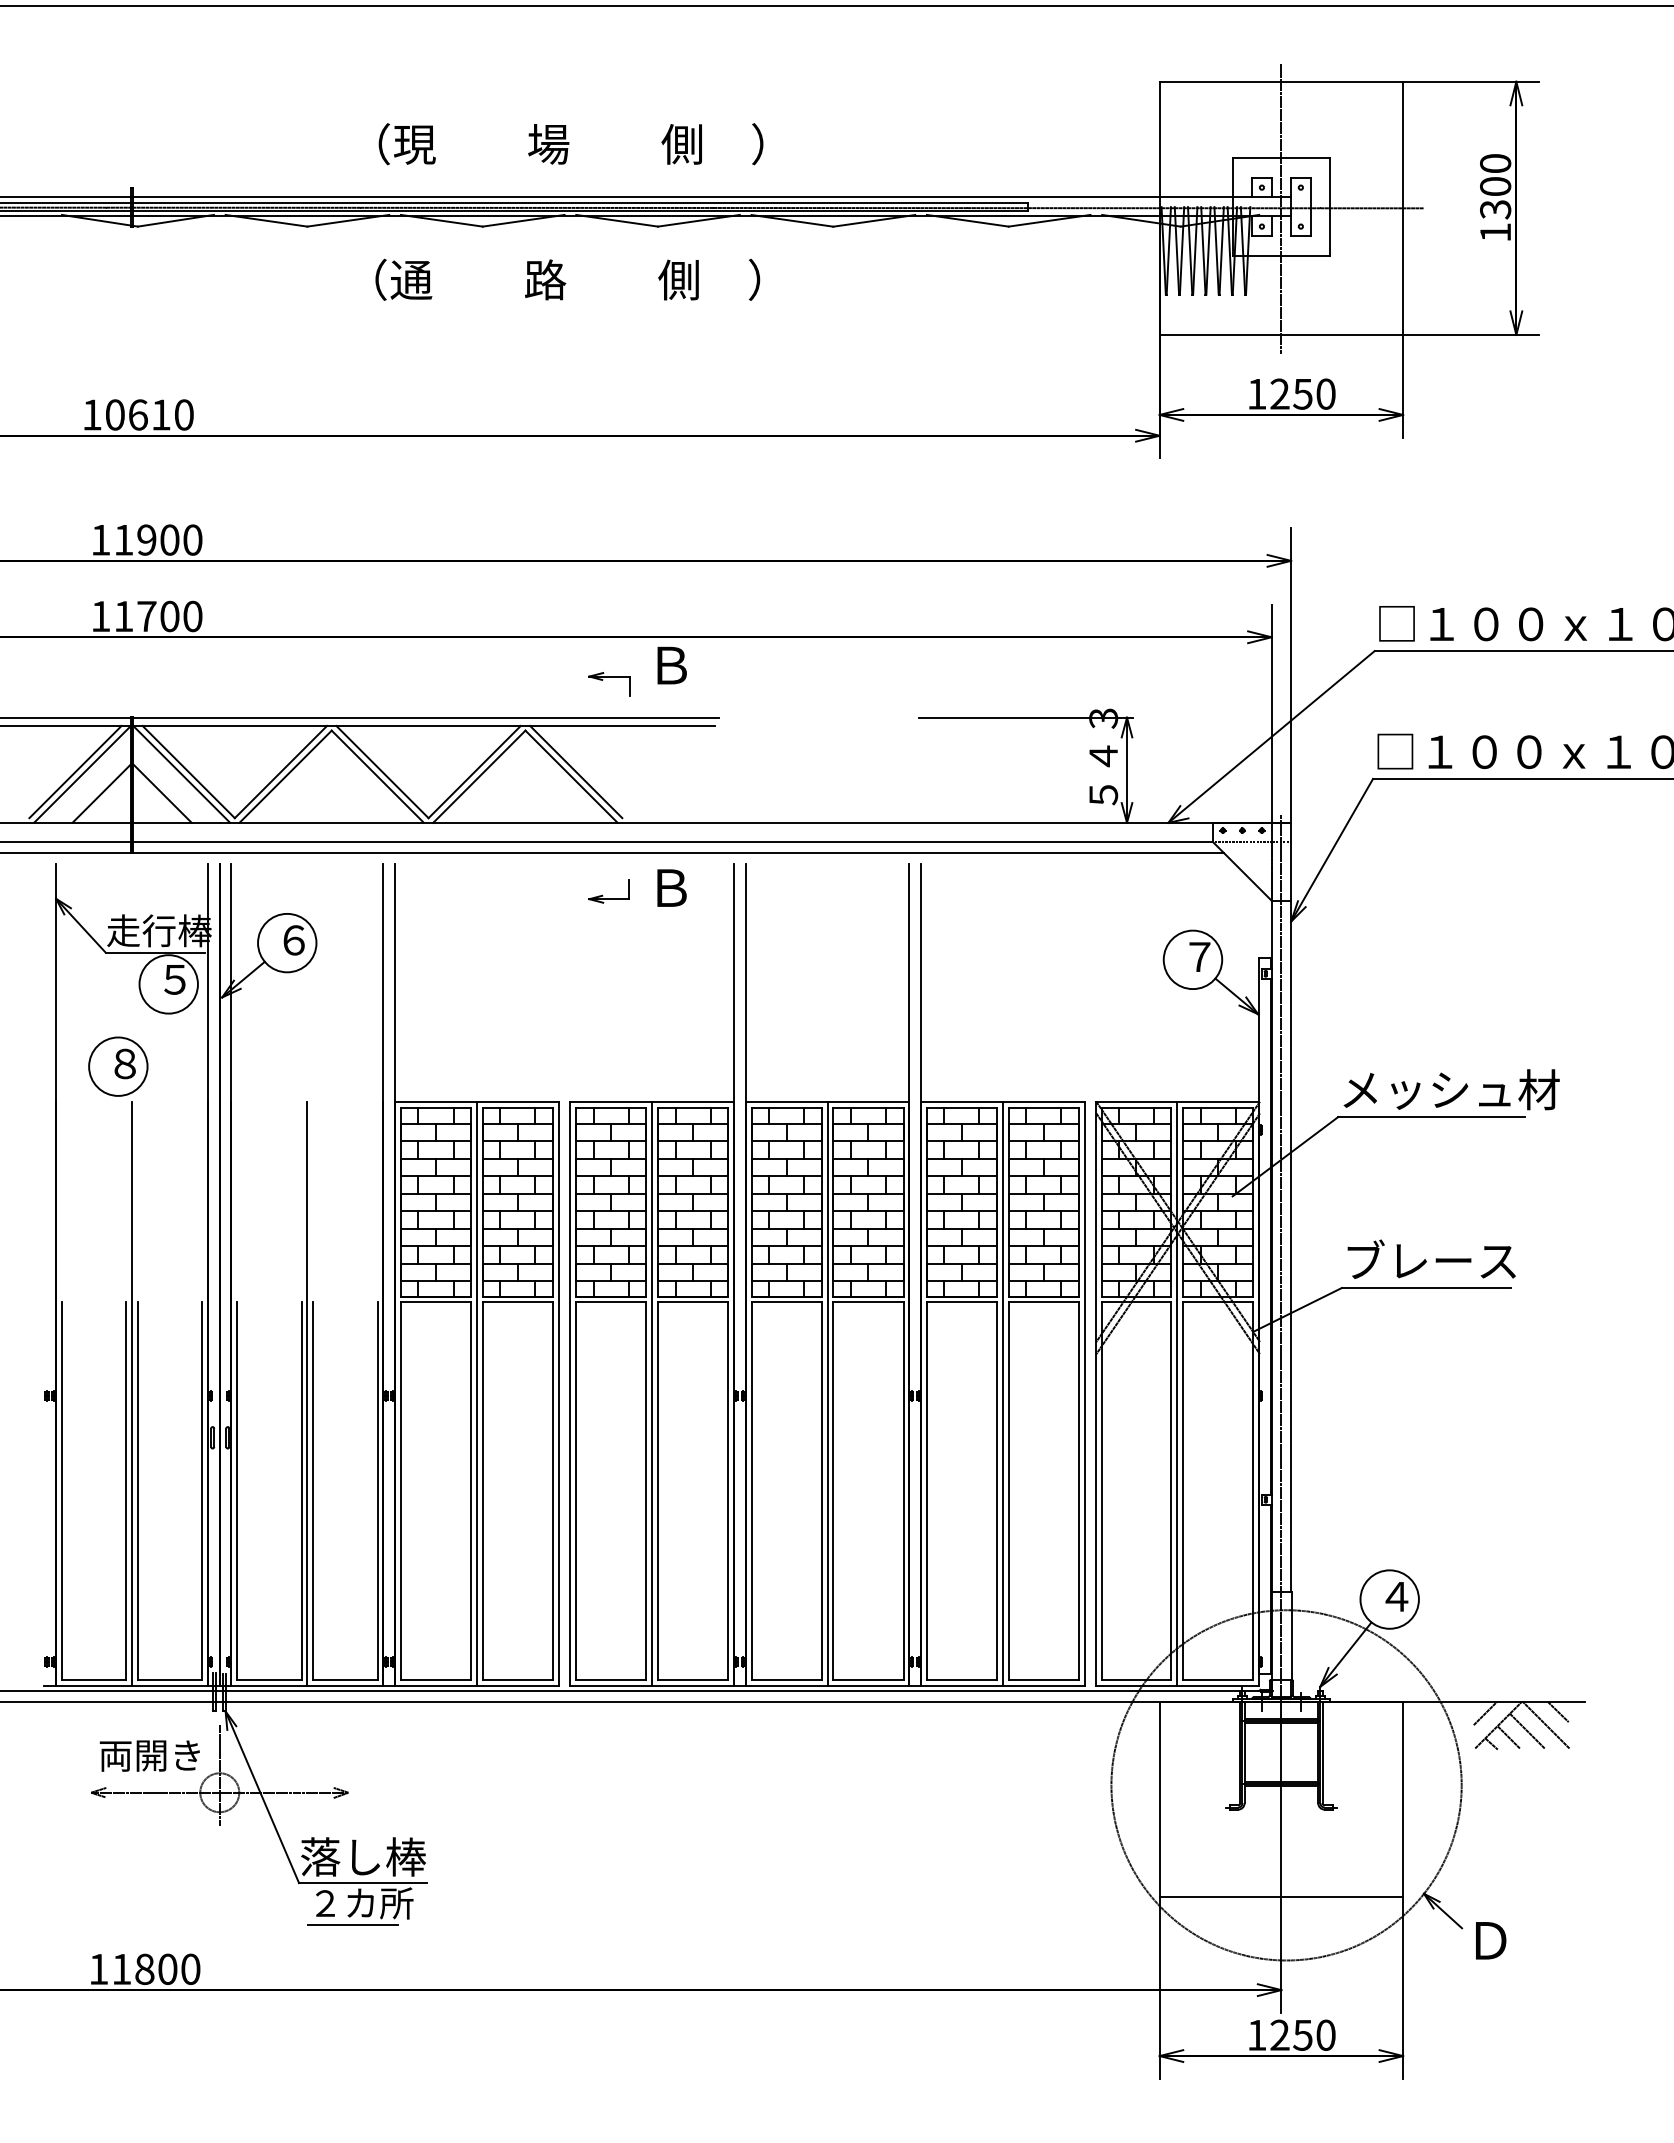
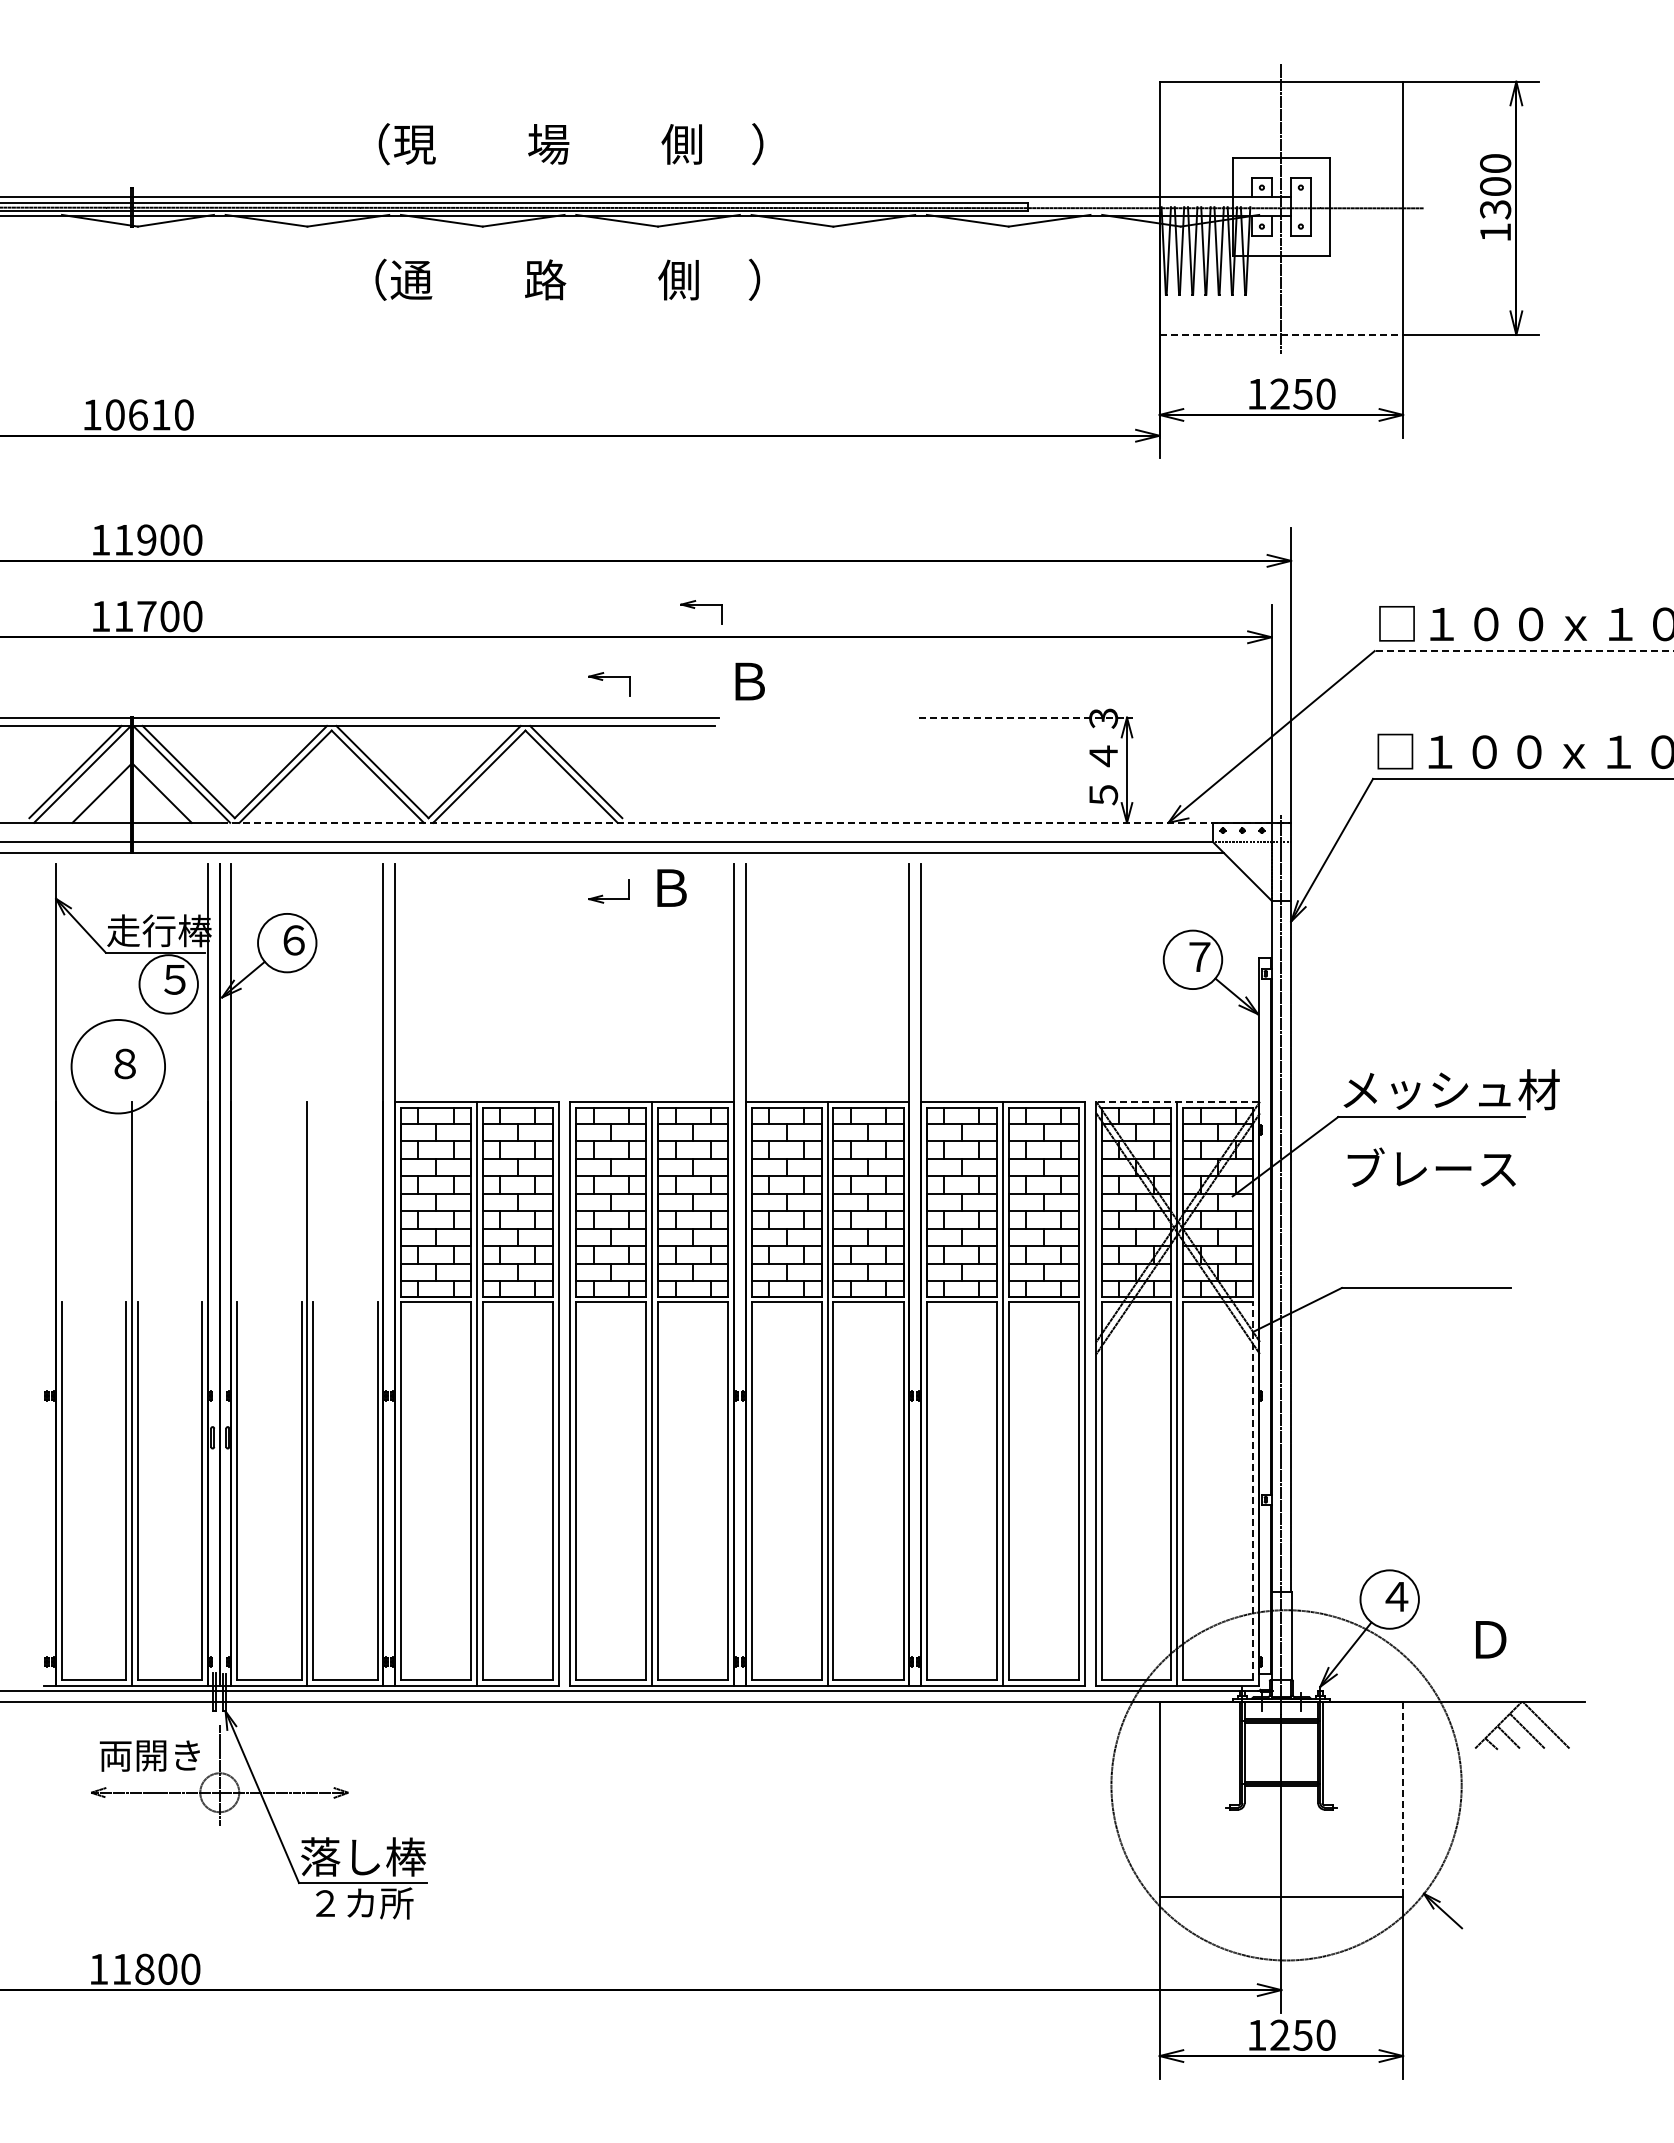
line at (836, 5): present -> none
line at (1281, 334): solid -> dashed
part at (701, 605): none -> present
line at (1523, 651): solid -> dashed
text at (671, 665) position: (671, 665) -> (749, 681)
line at (1025, 717): solid -> dashed
line at (756, 822): solid -> dashed
circle at (118, 1066) diameter: 58 px -> 94 px
line at (1177, 1101): solid -> dashed
text at (1431, 1258) position: (1431, 1258) -> (1431, 1166)
line at (1253, 1491): solid -> dashed
line at (1557, 1711): present -> none
line at (1485, 1713): present -> none
line at (1403, 1799): solid -> dashed
line at (352, 1925): present -> none
text at (1491, 1940) position: (1491, 1940) -> (1491, 1639)
